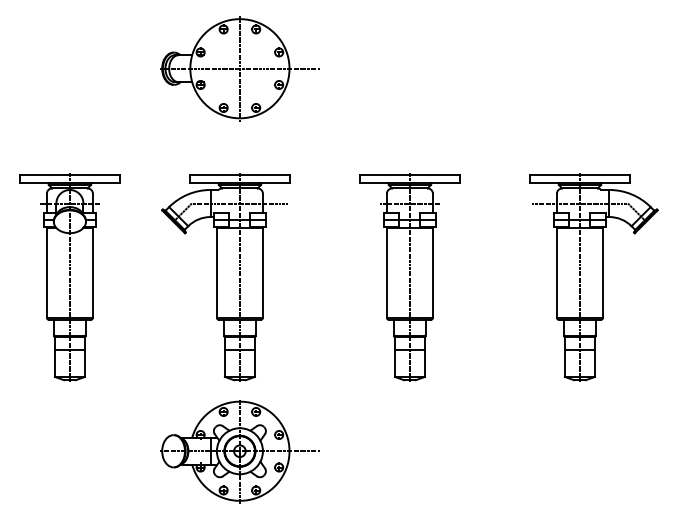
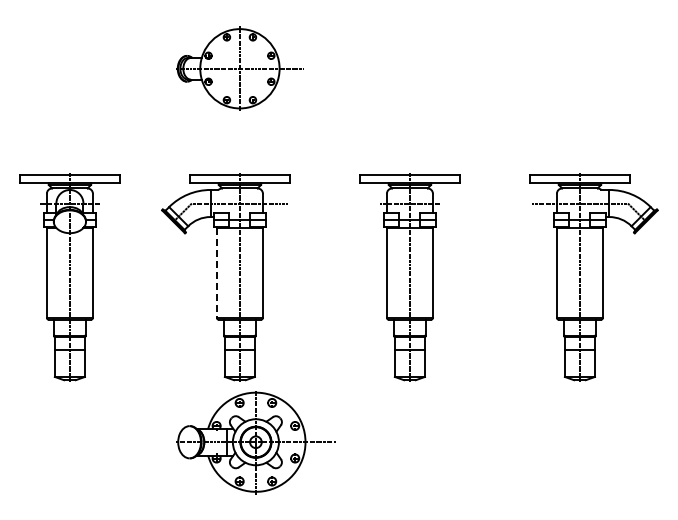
part at (239, 68) size: 160x106 px -> 128x85 px
line at (216, 272): solid -> dashed
part at (239, 451) position: (239, 451) -> (255, 442)
